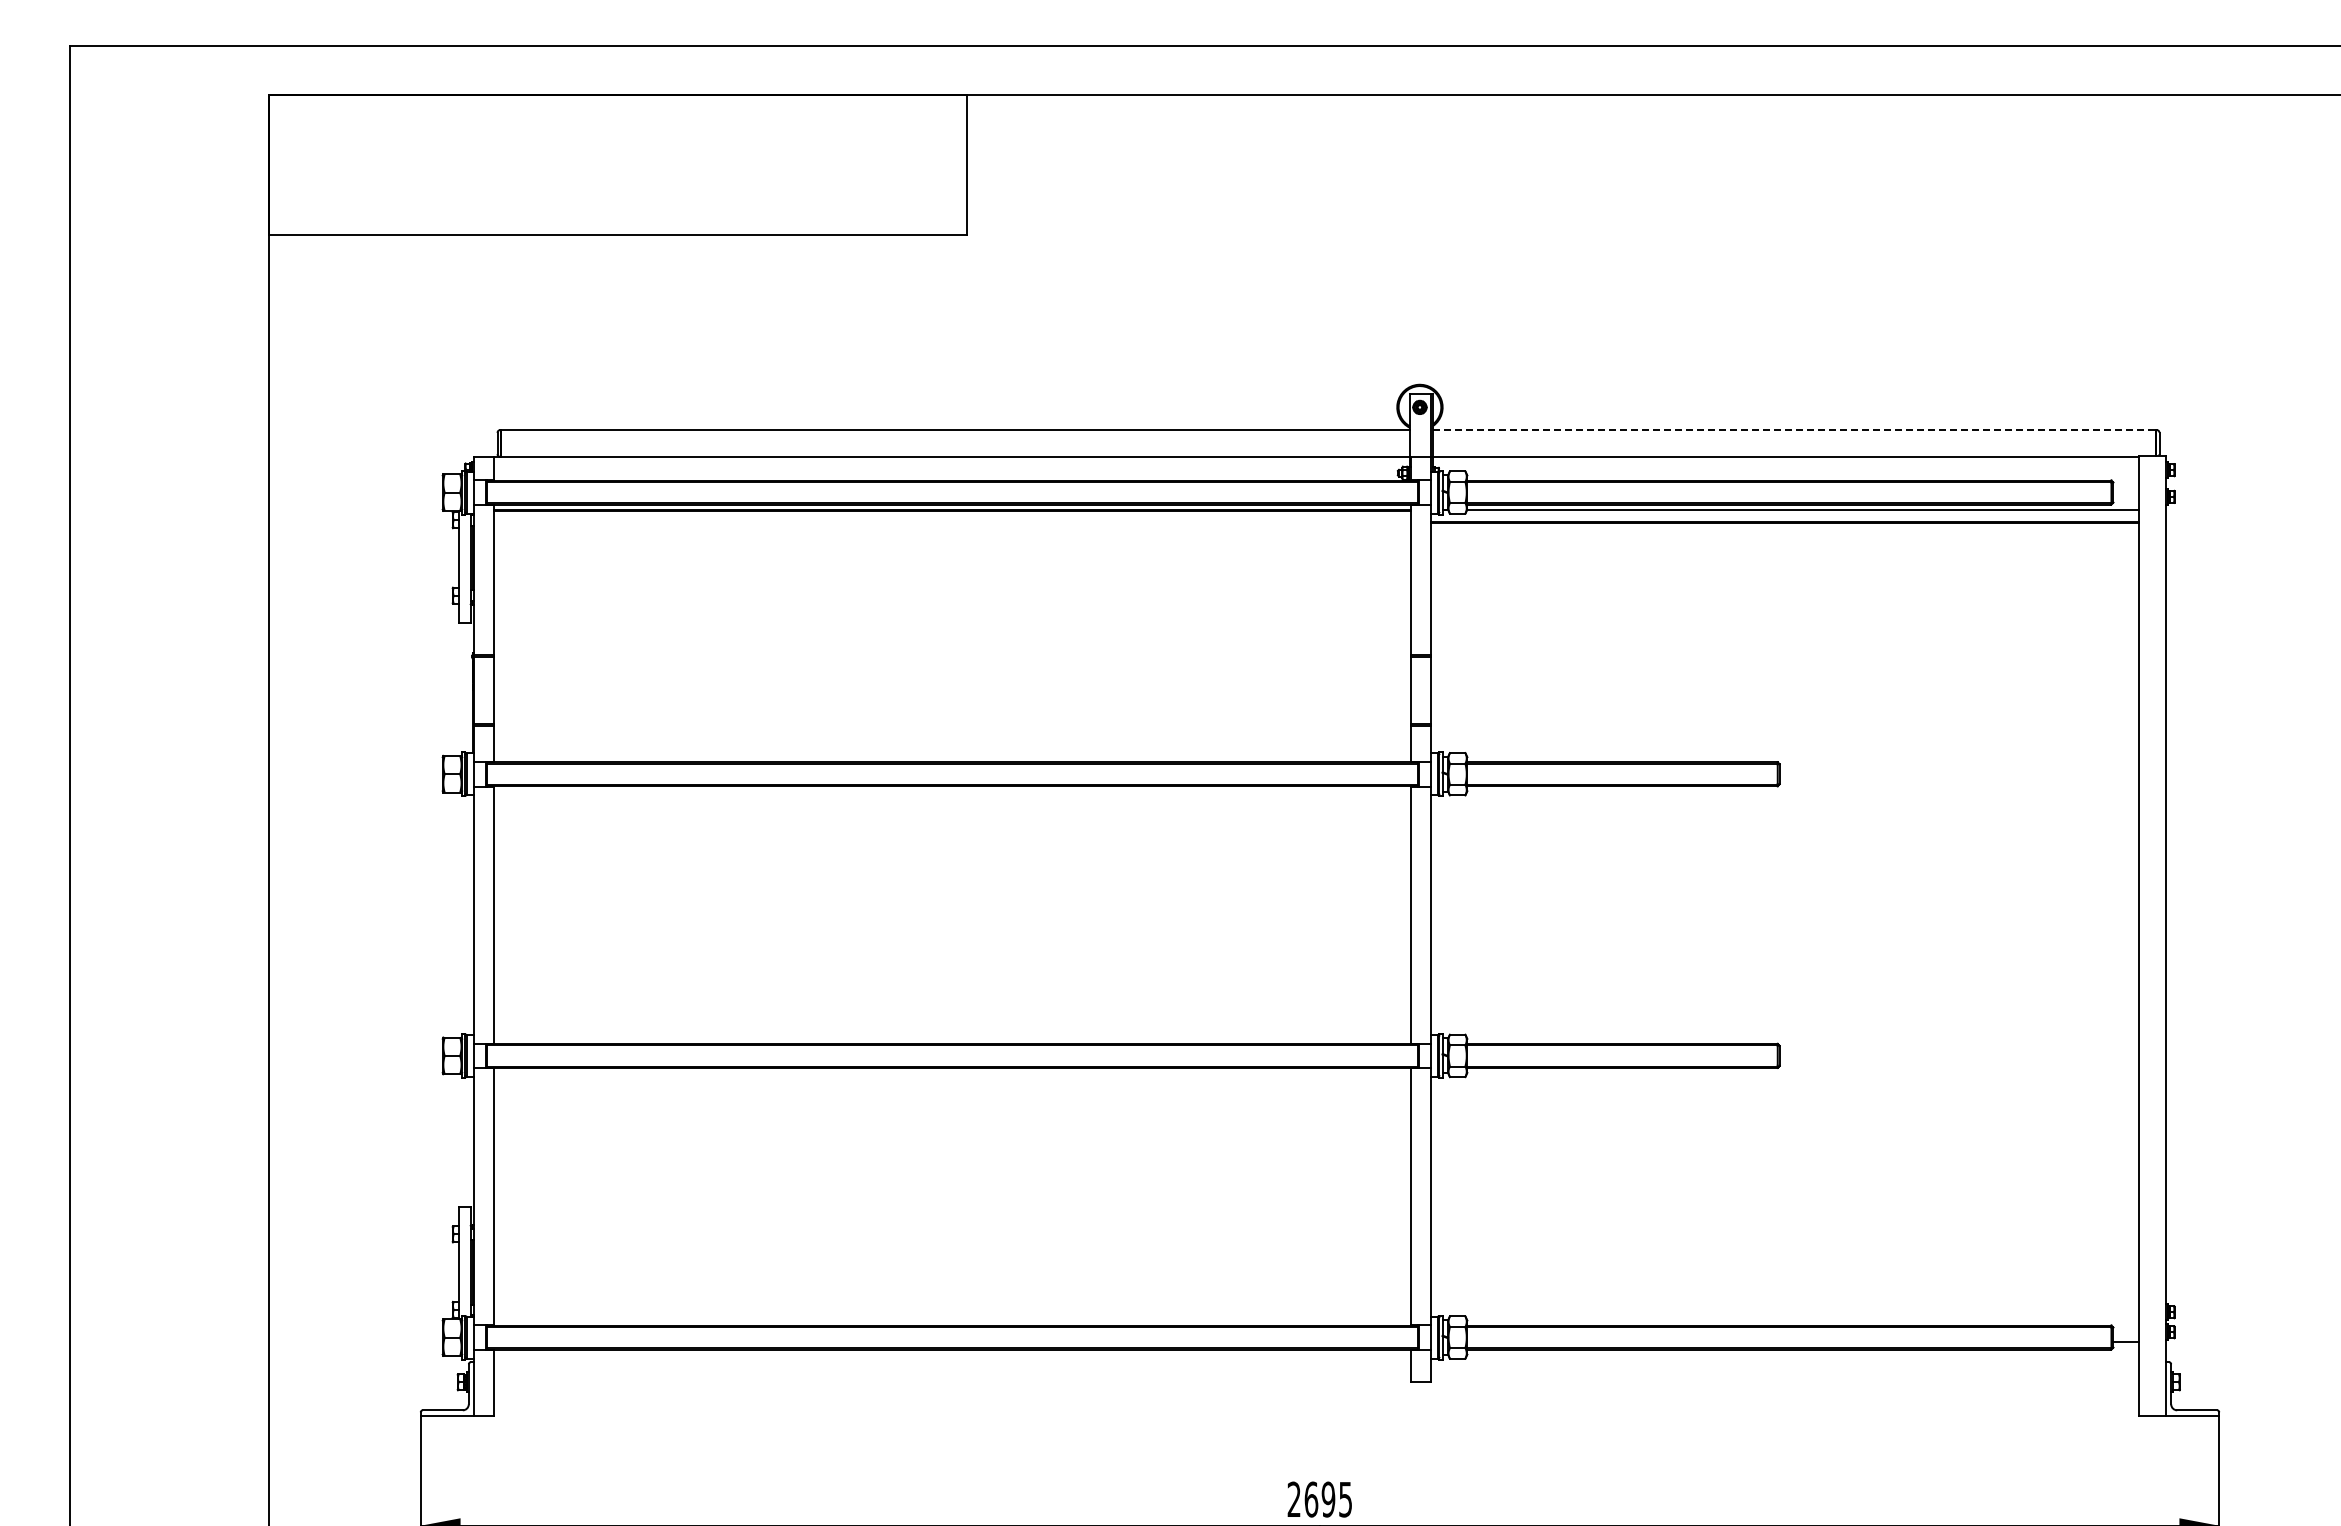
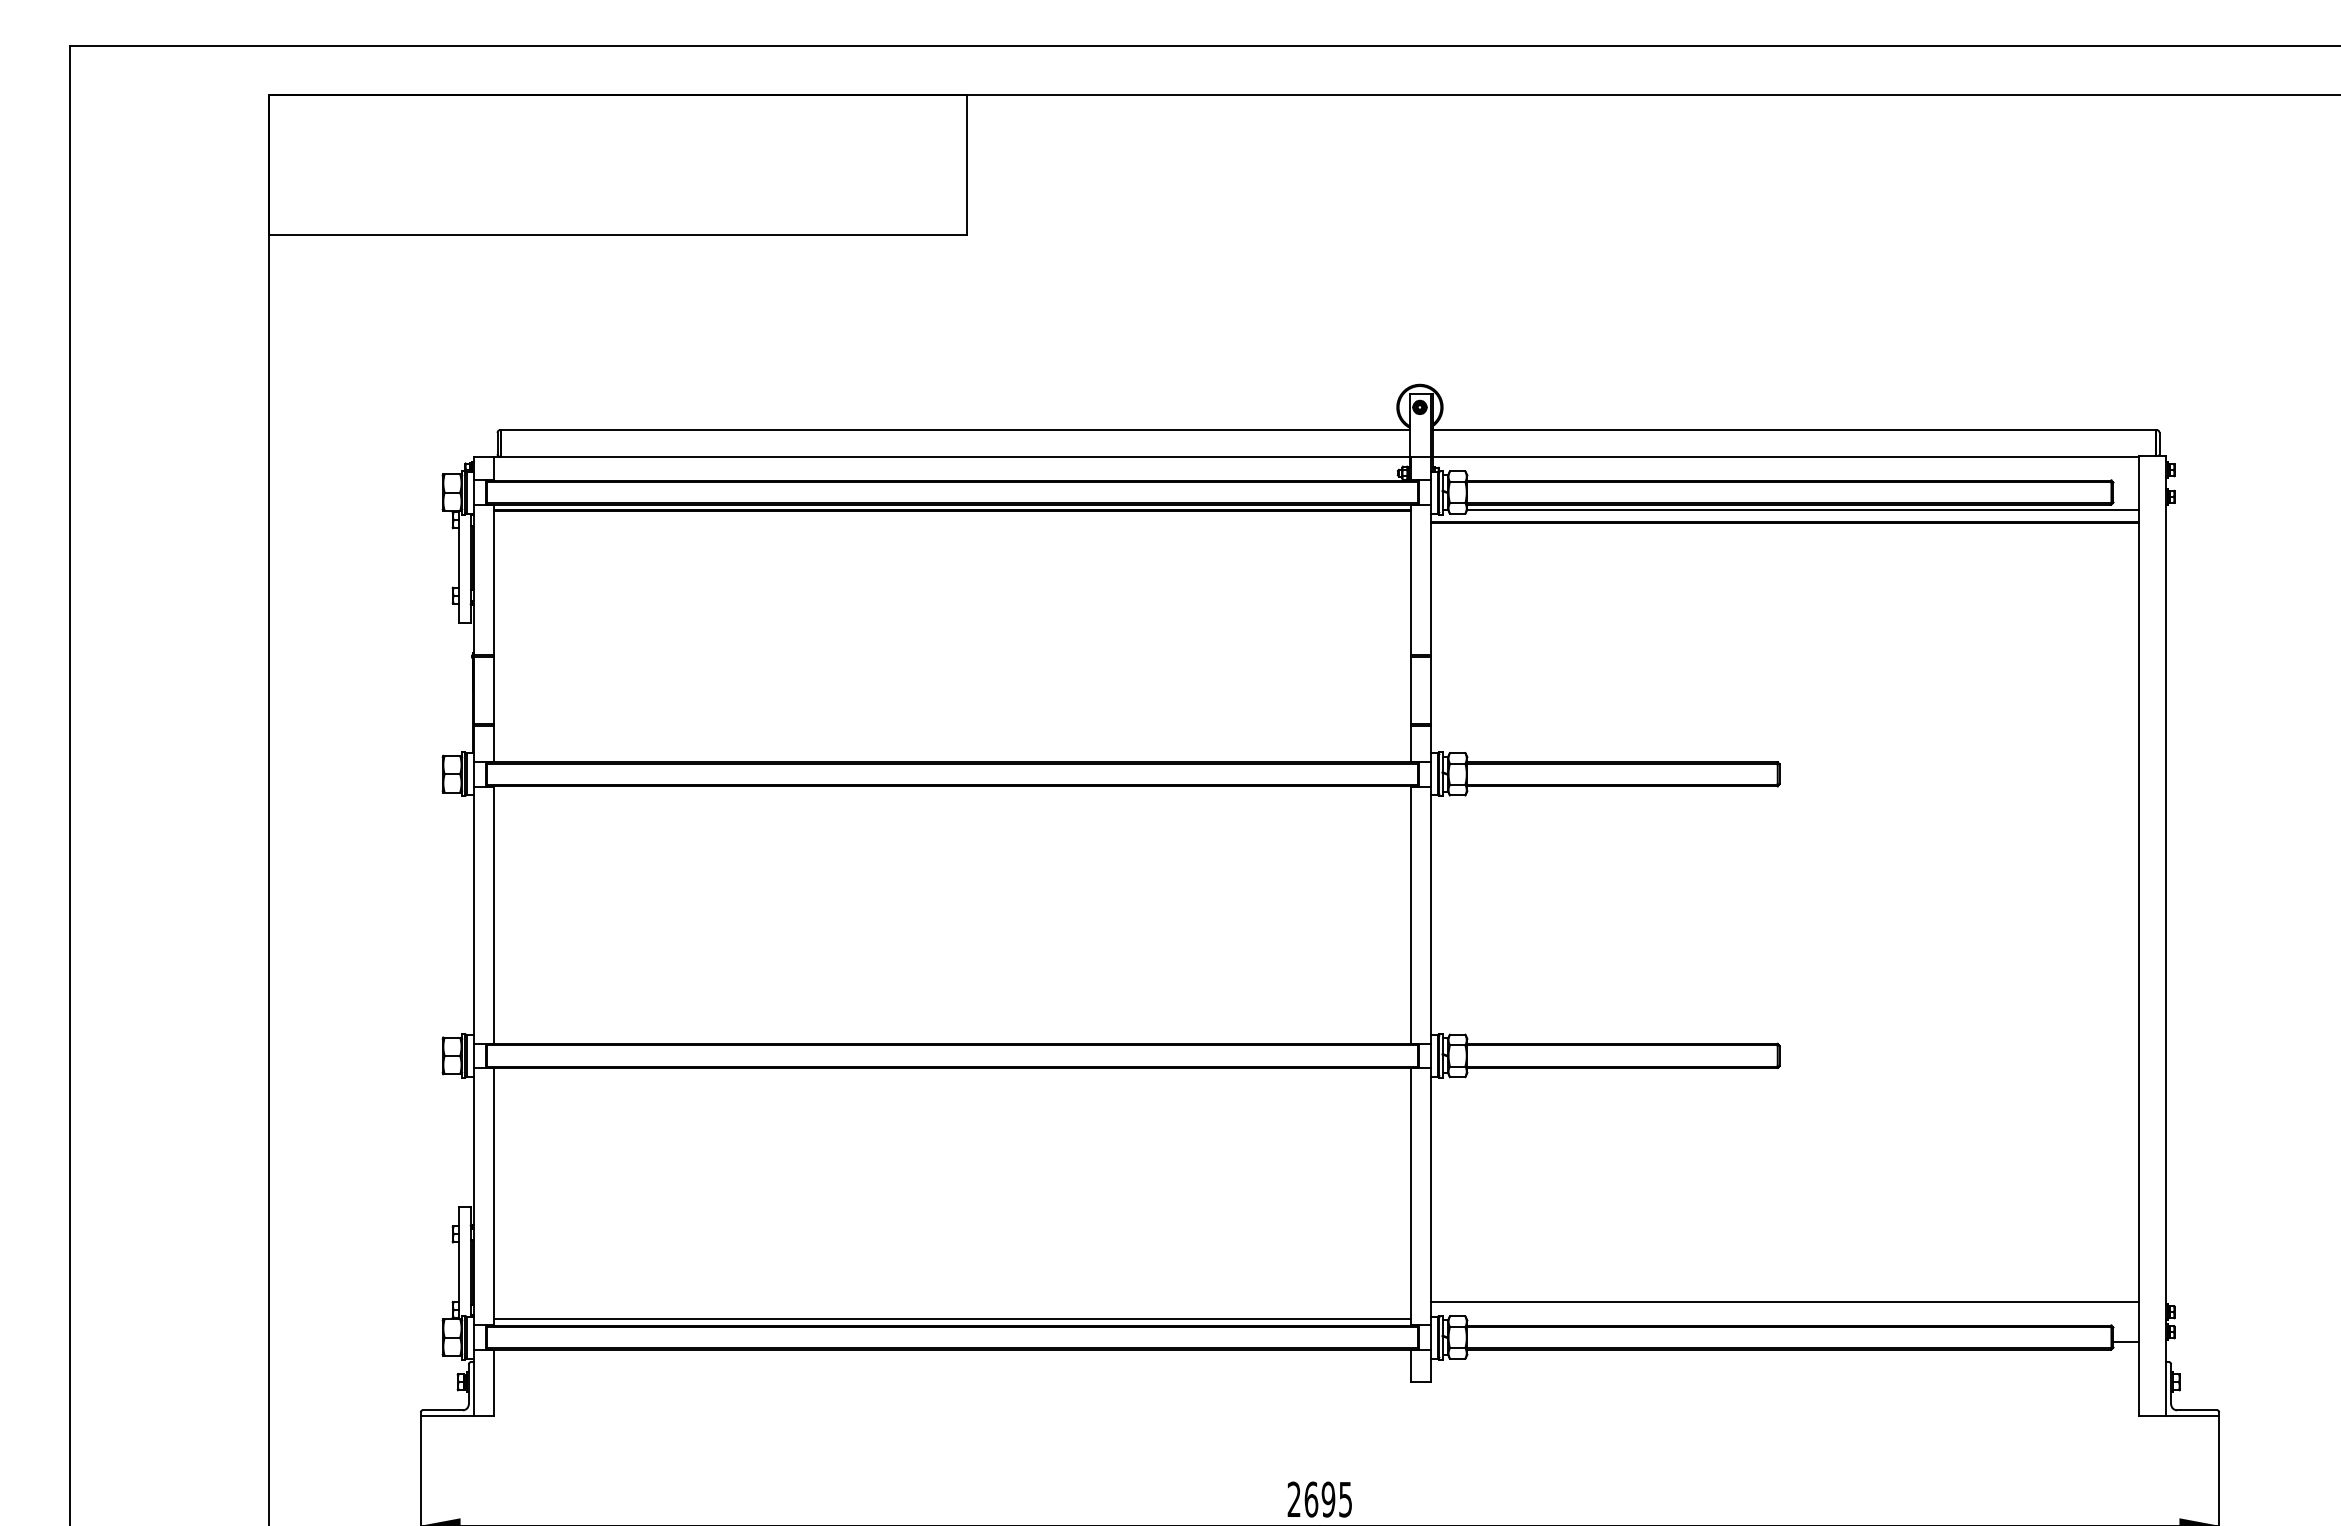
line at (1795, 430): dashed -> solid
line at (1784, 1302): none -> present
line at (952, 1319): none -> present
